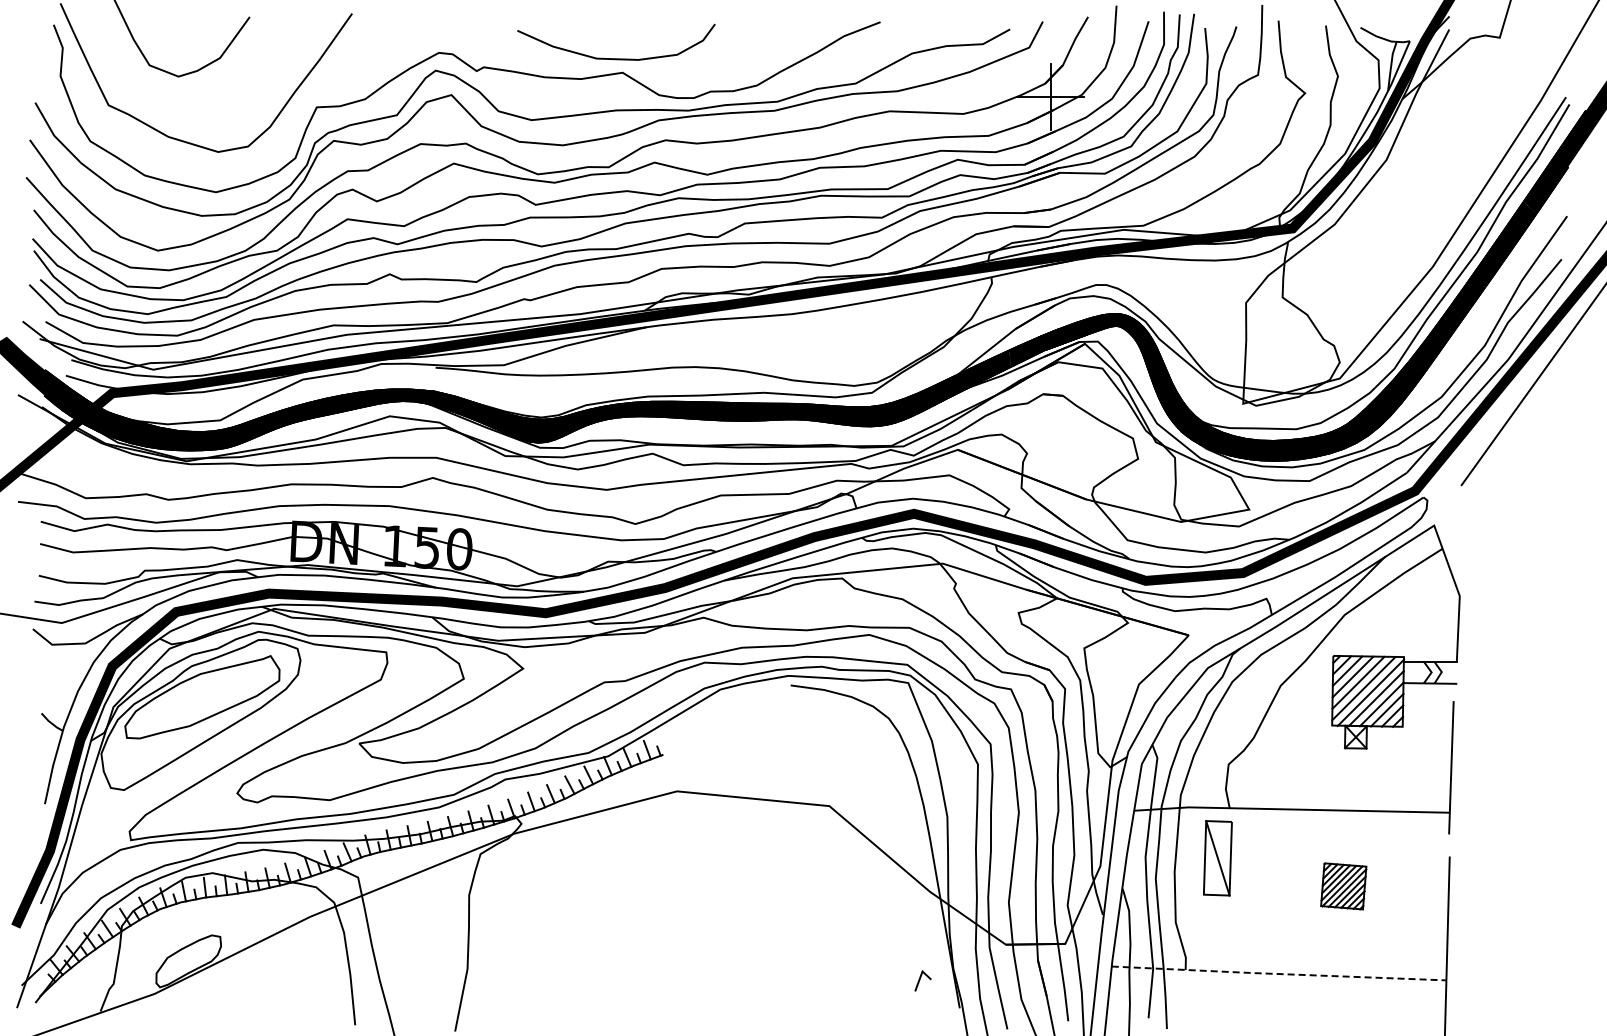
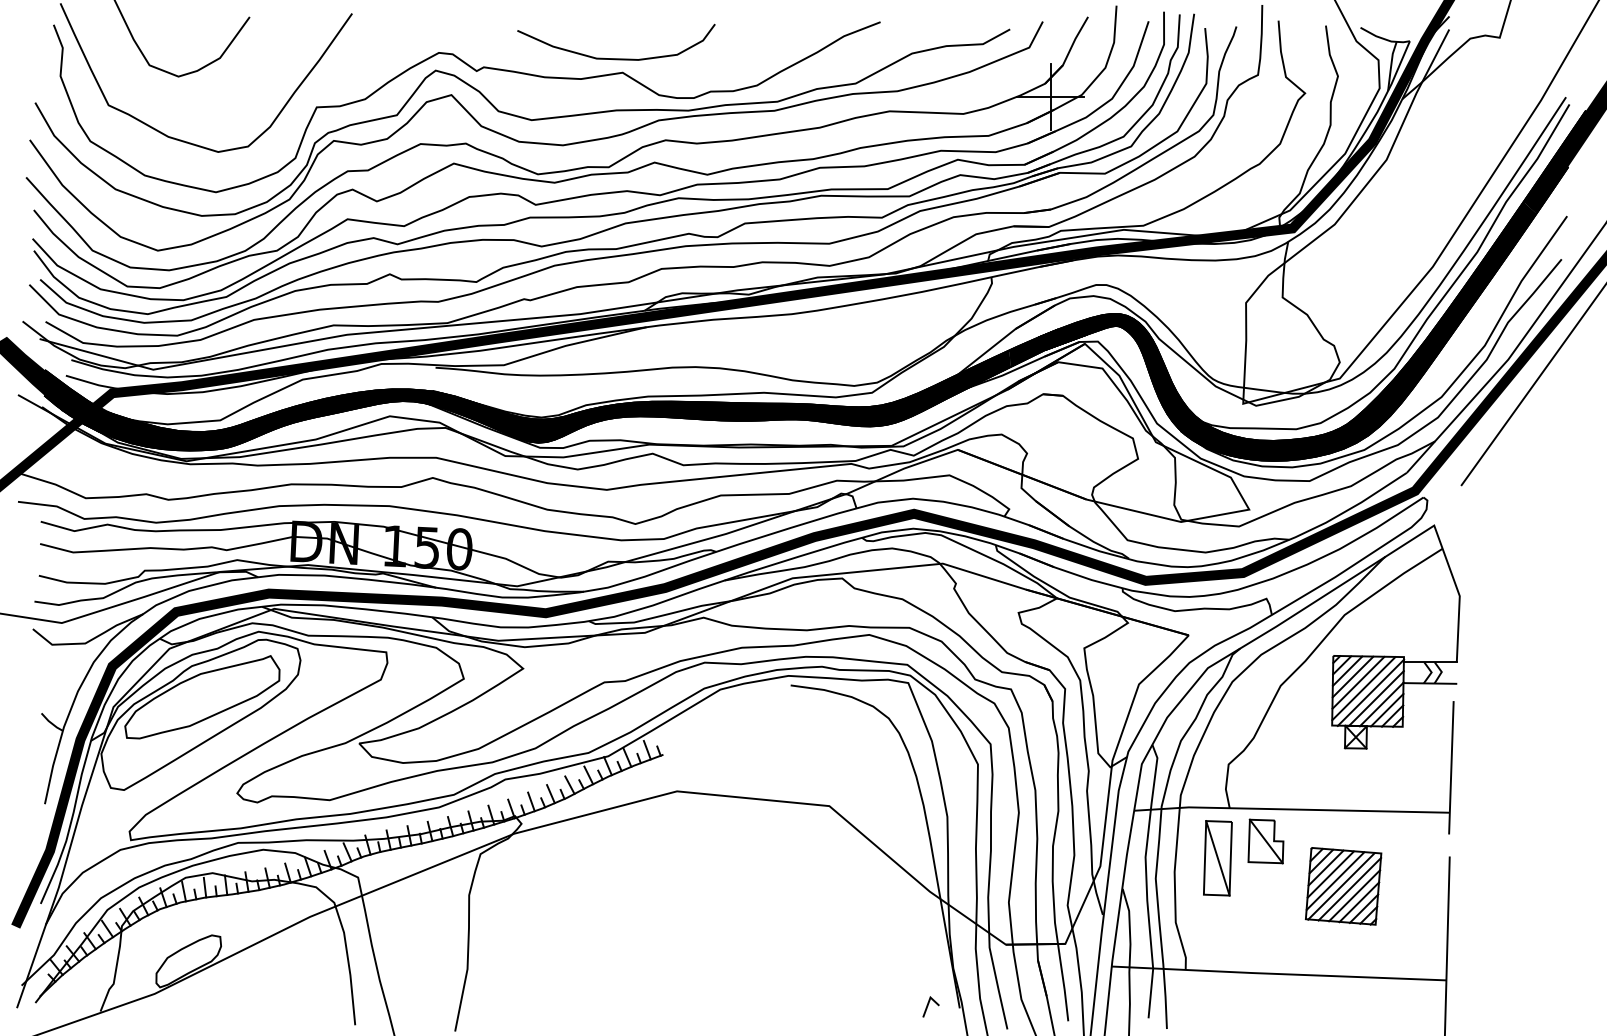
part at (1265, 841): none -> present
part at (1343, 886) size: 48x49 px -> 78x79 px
line at (1279, 974): dashed -> solid
line at (920, 980) position: (920, 980) -> (928, 1006)
